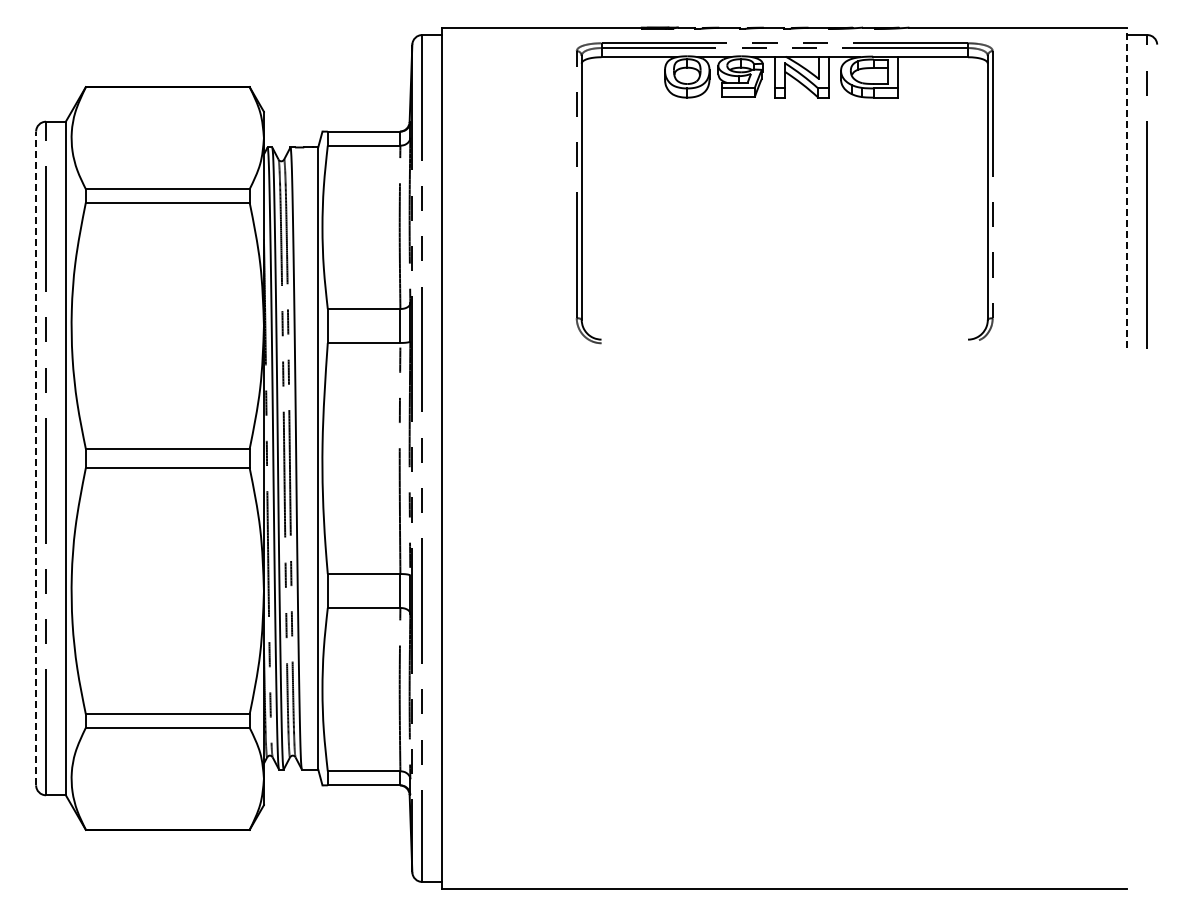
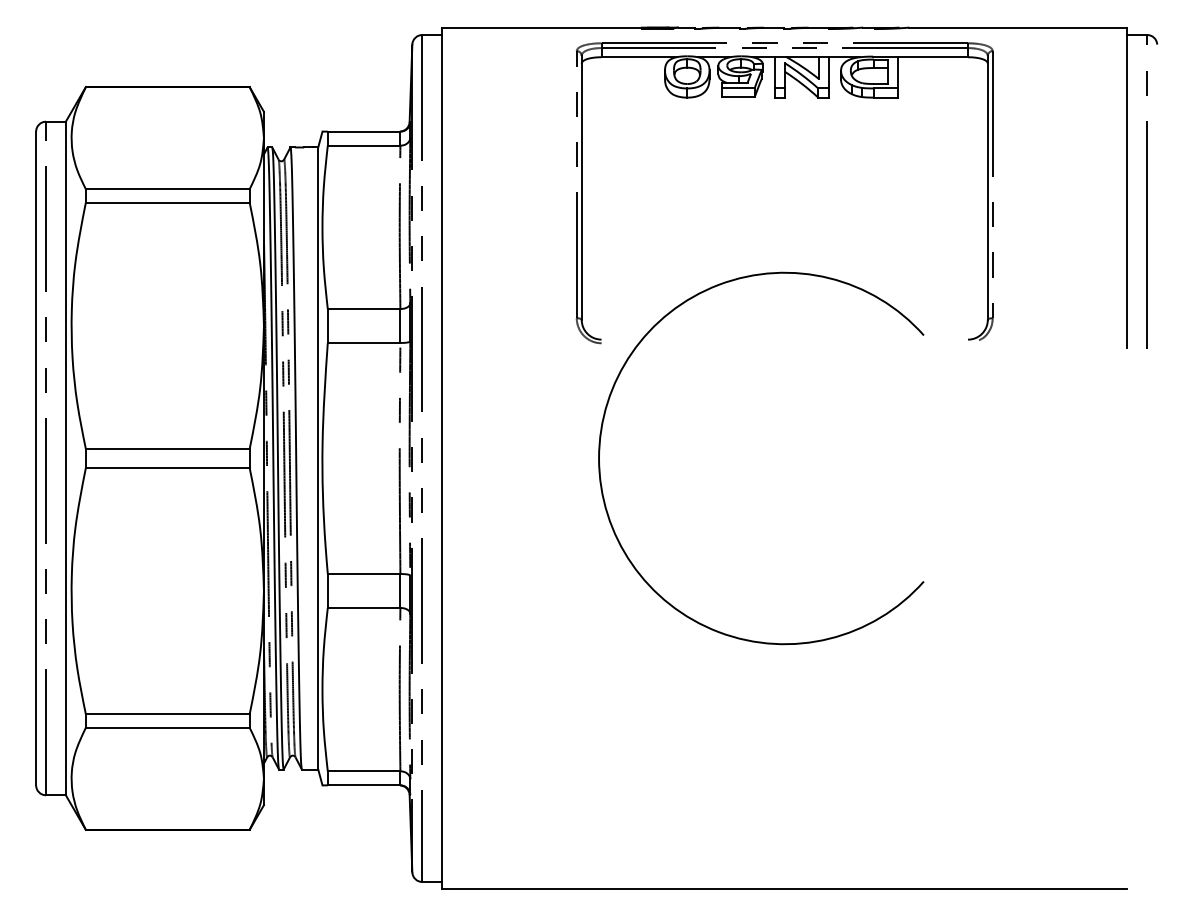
line at (1127, 187): dashed -> solid
arc at (600, 450): none -> present
line at (36, 458): dashed -> solid
